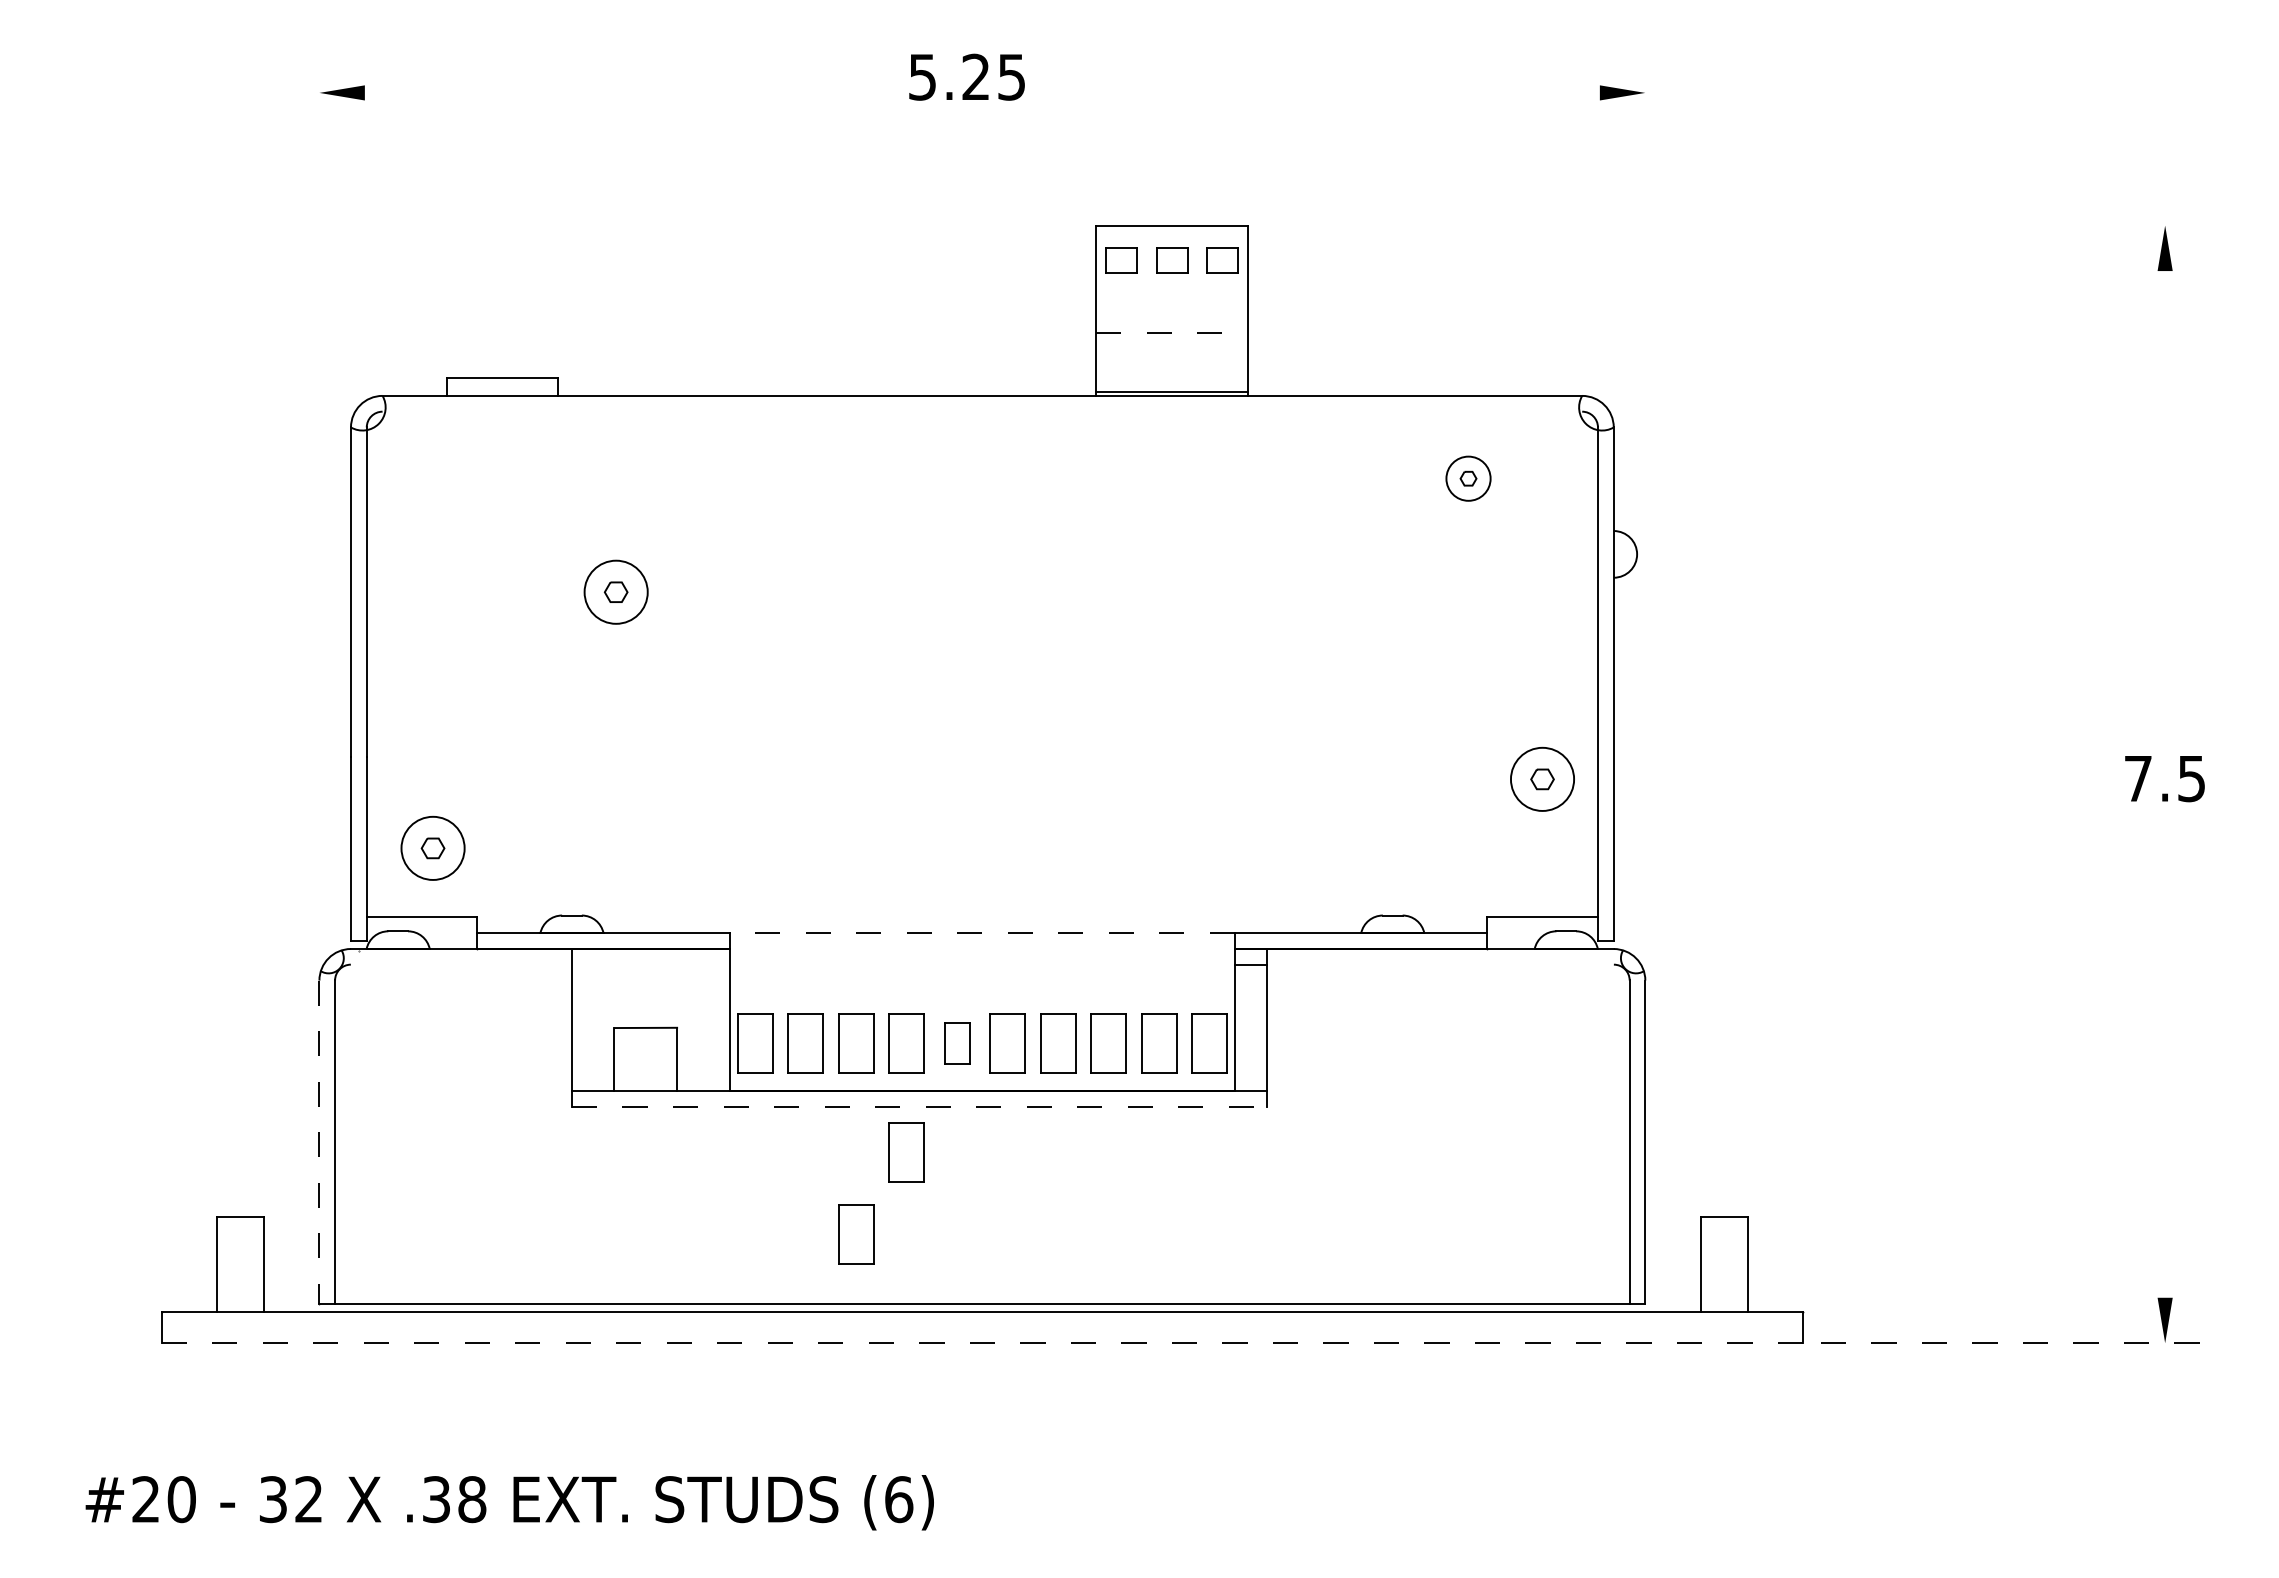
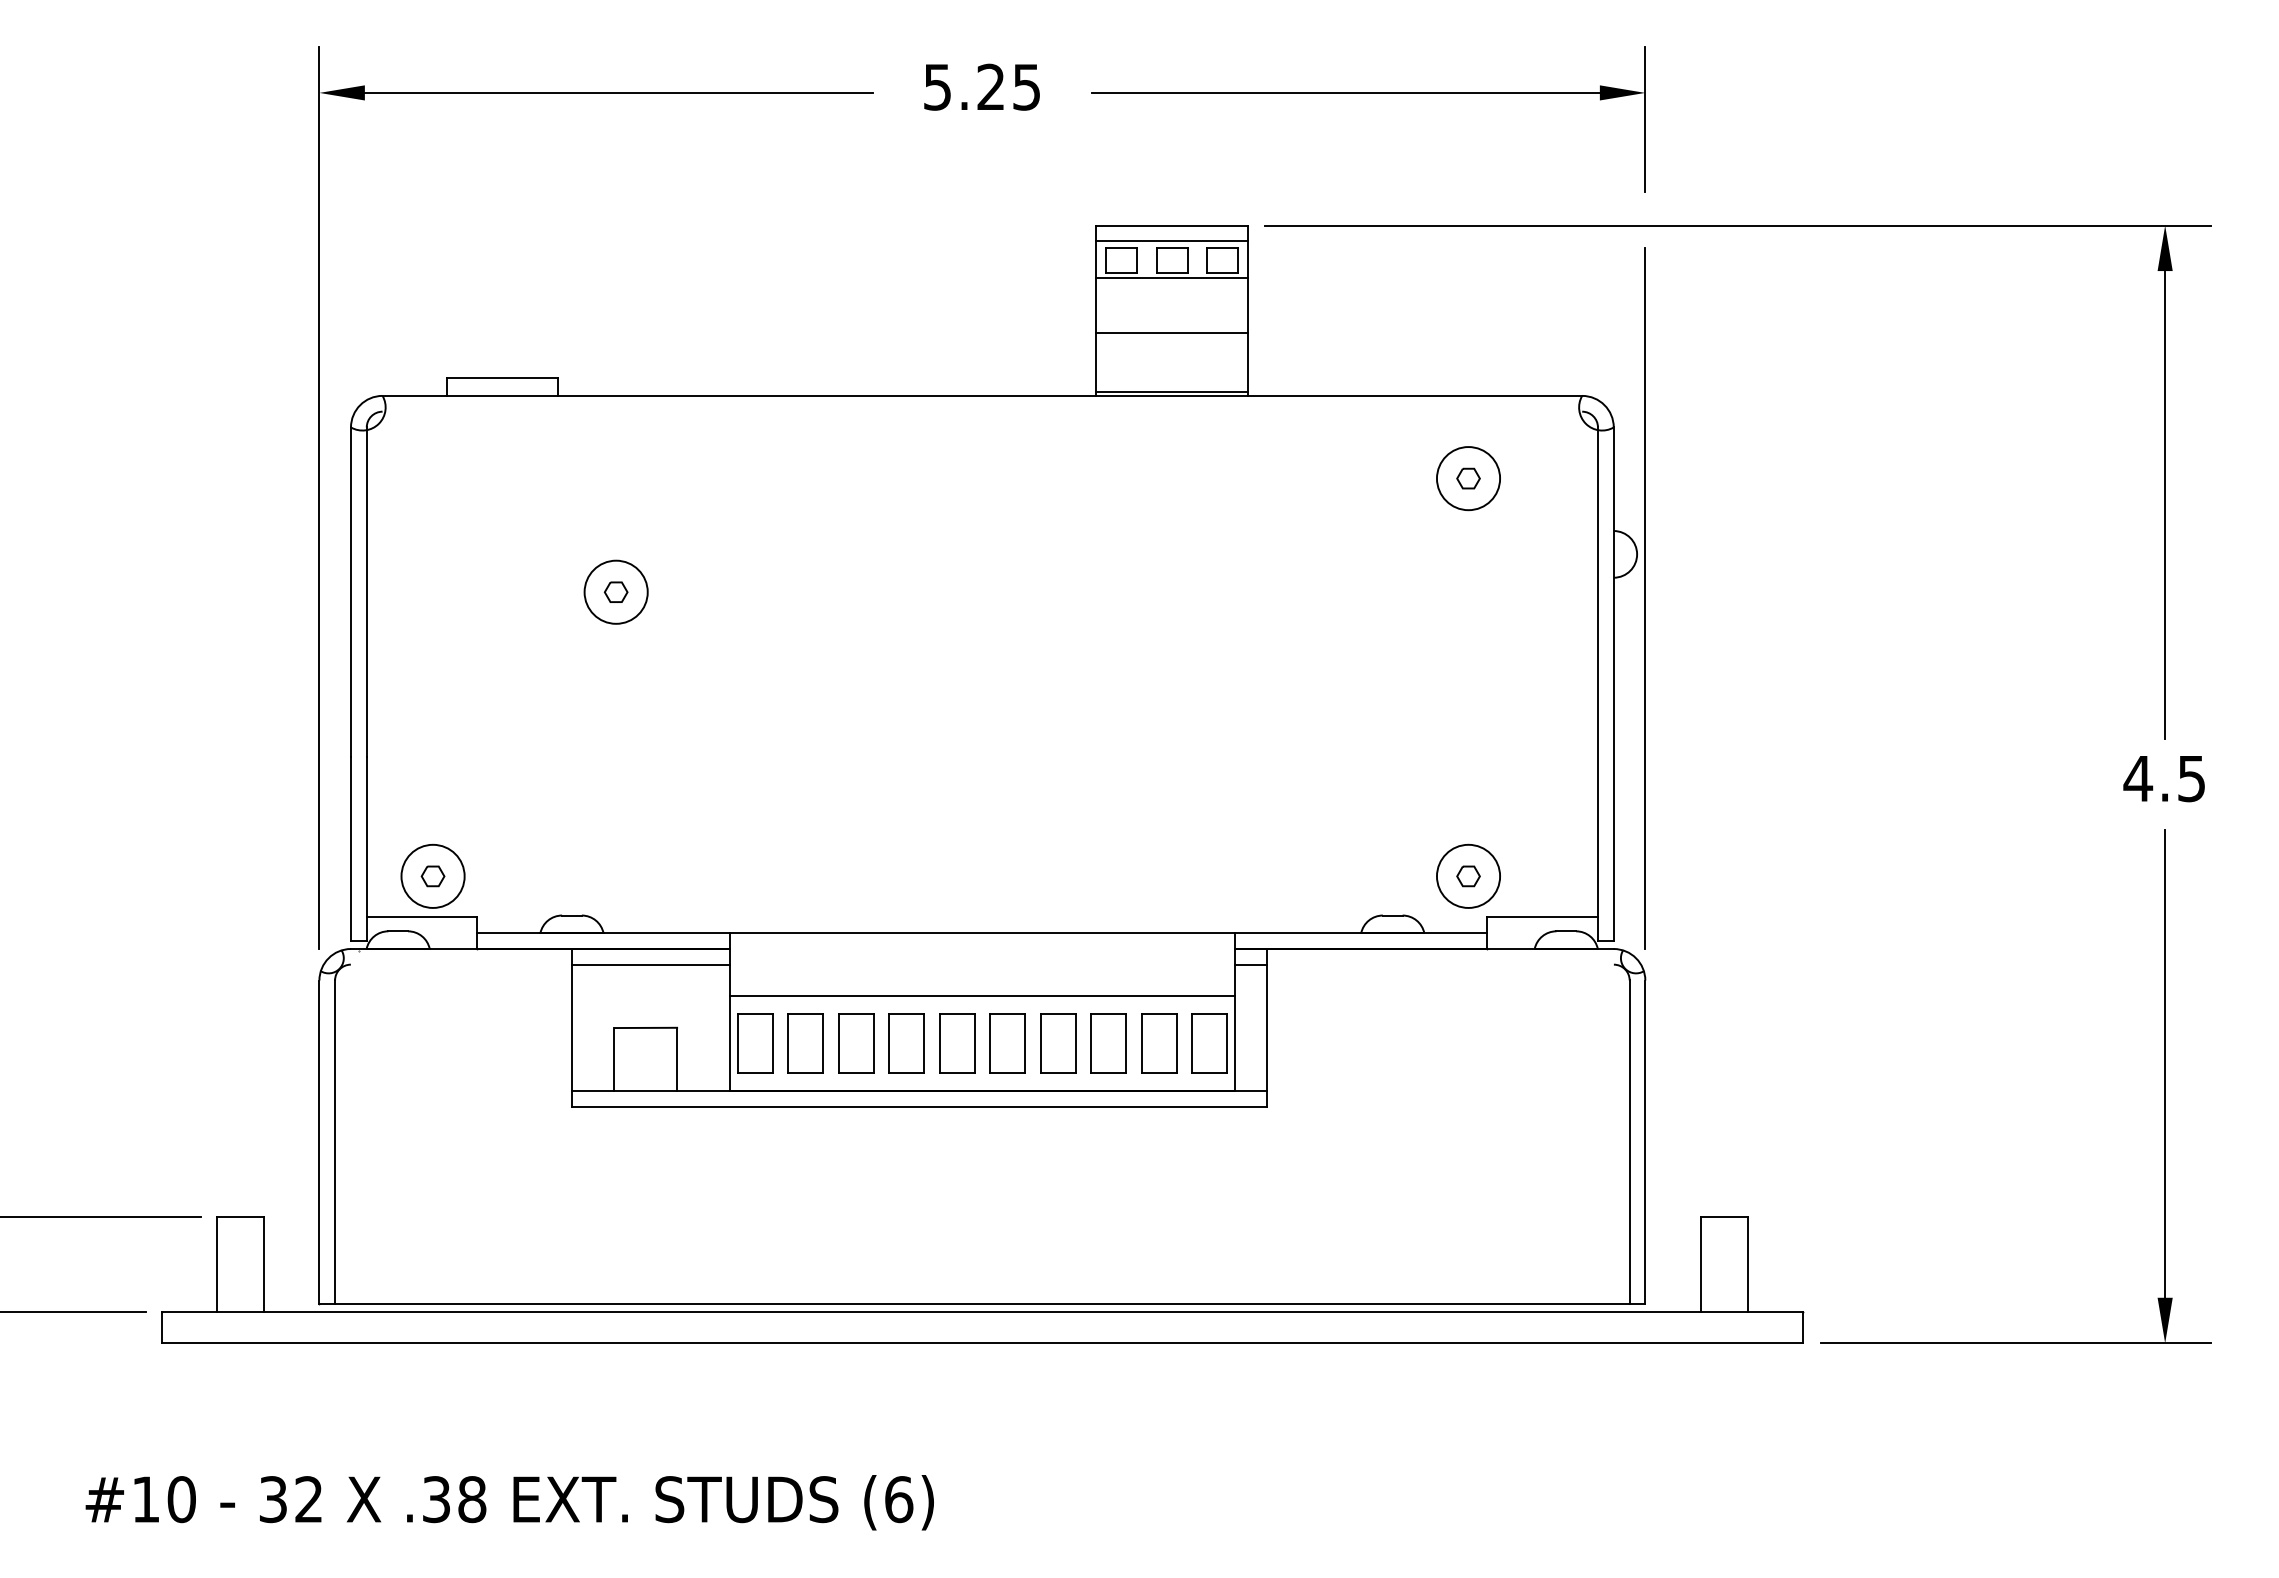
text at (966, 76) position: (966, 76) -> (981, 86)
line at (618, 92): none -> present
line at (1345, 92): none -> present
line at (1645, 119): none -> present
line at (1737, 225): none -> present
line at (1171, 241): none -> present
line at (1171, 278): none -> present
line at (1171, 332): dashed -> solid
part at (1468, 478) size: 47x47 px -> 65x66 px
line at (319, 498): none -> present
line at (2165, 504): none -> present
line at (1645, 598): none -> present
part at (1542, 778) position: (1542, 778) -> (1468, 875)
text at (2138, 778): 7.5 -> 4.5
part at (432, 847) position: (432, 847) -> (432, 875)
line at (982, 933): dashed -> solid
line at (650, 964): none -> present
line at (981, 996): none -> present
part at (957, 1043) size: 27x43 px -> 37x61 px
line at (2165, 1063): none -> present
line at (919, 1106): dashed -> solid
line at (319, 1142): dashed -> solid
part at (906, 1152): present -> none
line at (101, 1216): none -> present
part at (856, 1234): present -> none
line at (73, 1311): none -> present
line at (982, 1343): dashed -> solid
line at (2015, 1343): dashed -> solid
text at (145, 1499): #20 -> #10
